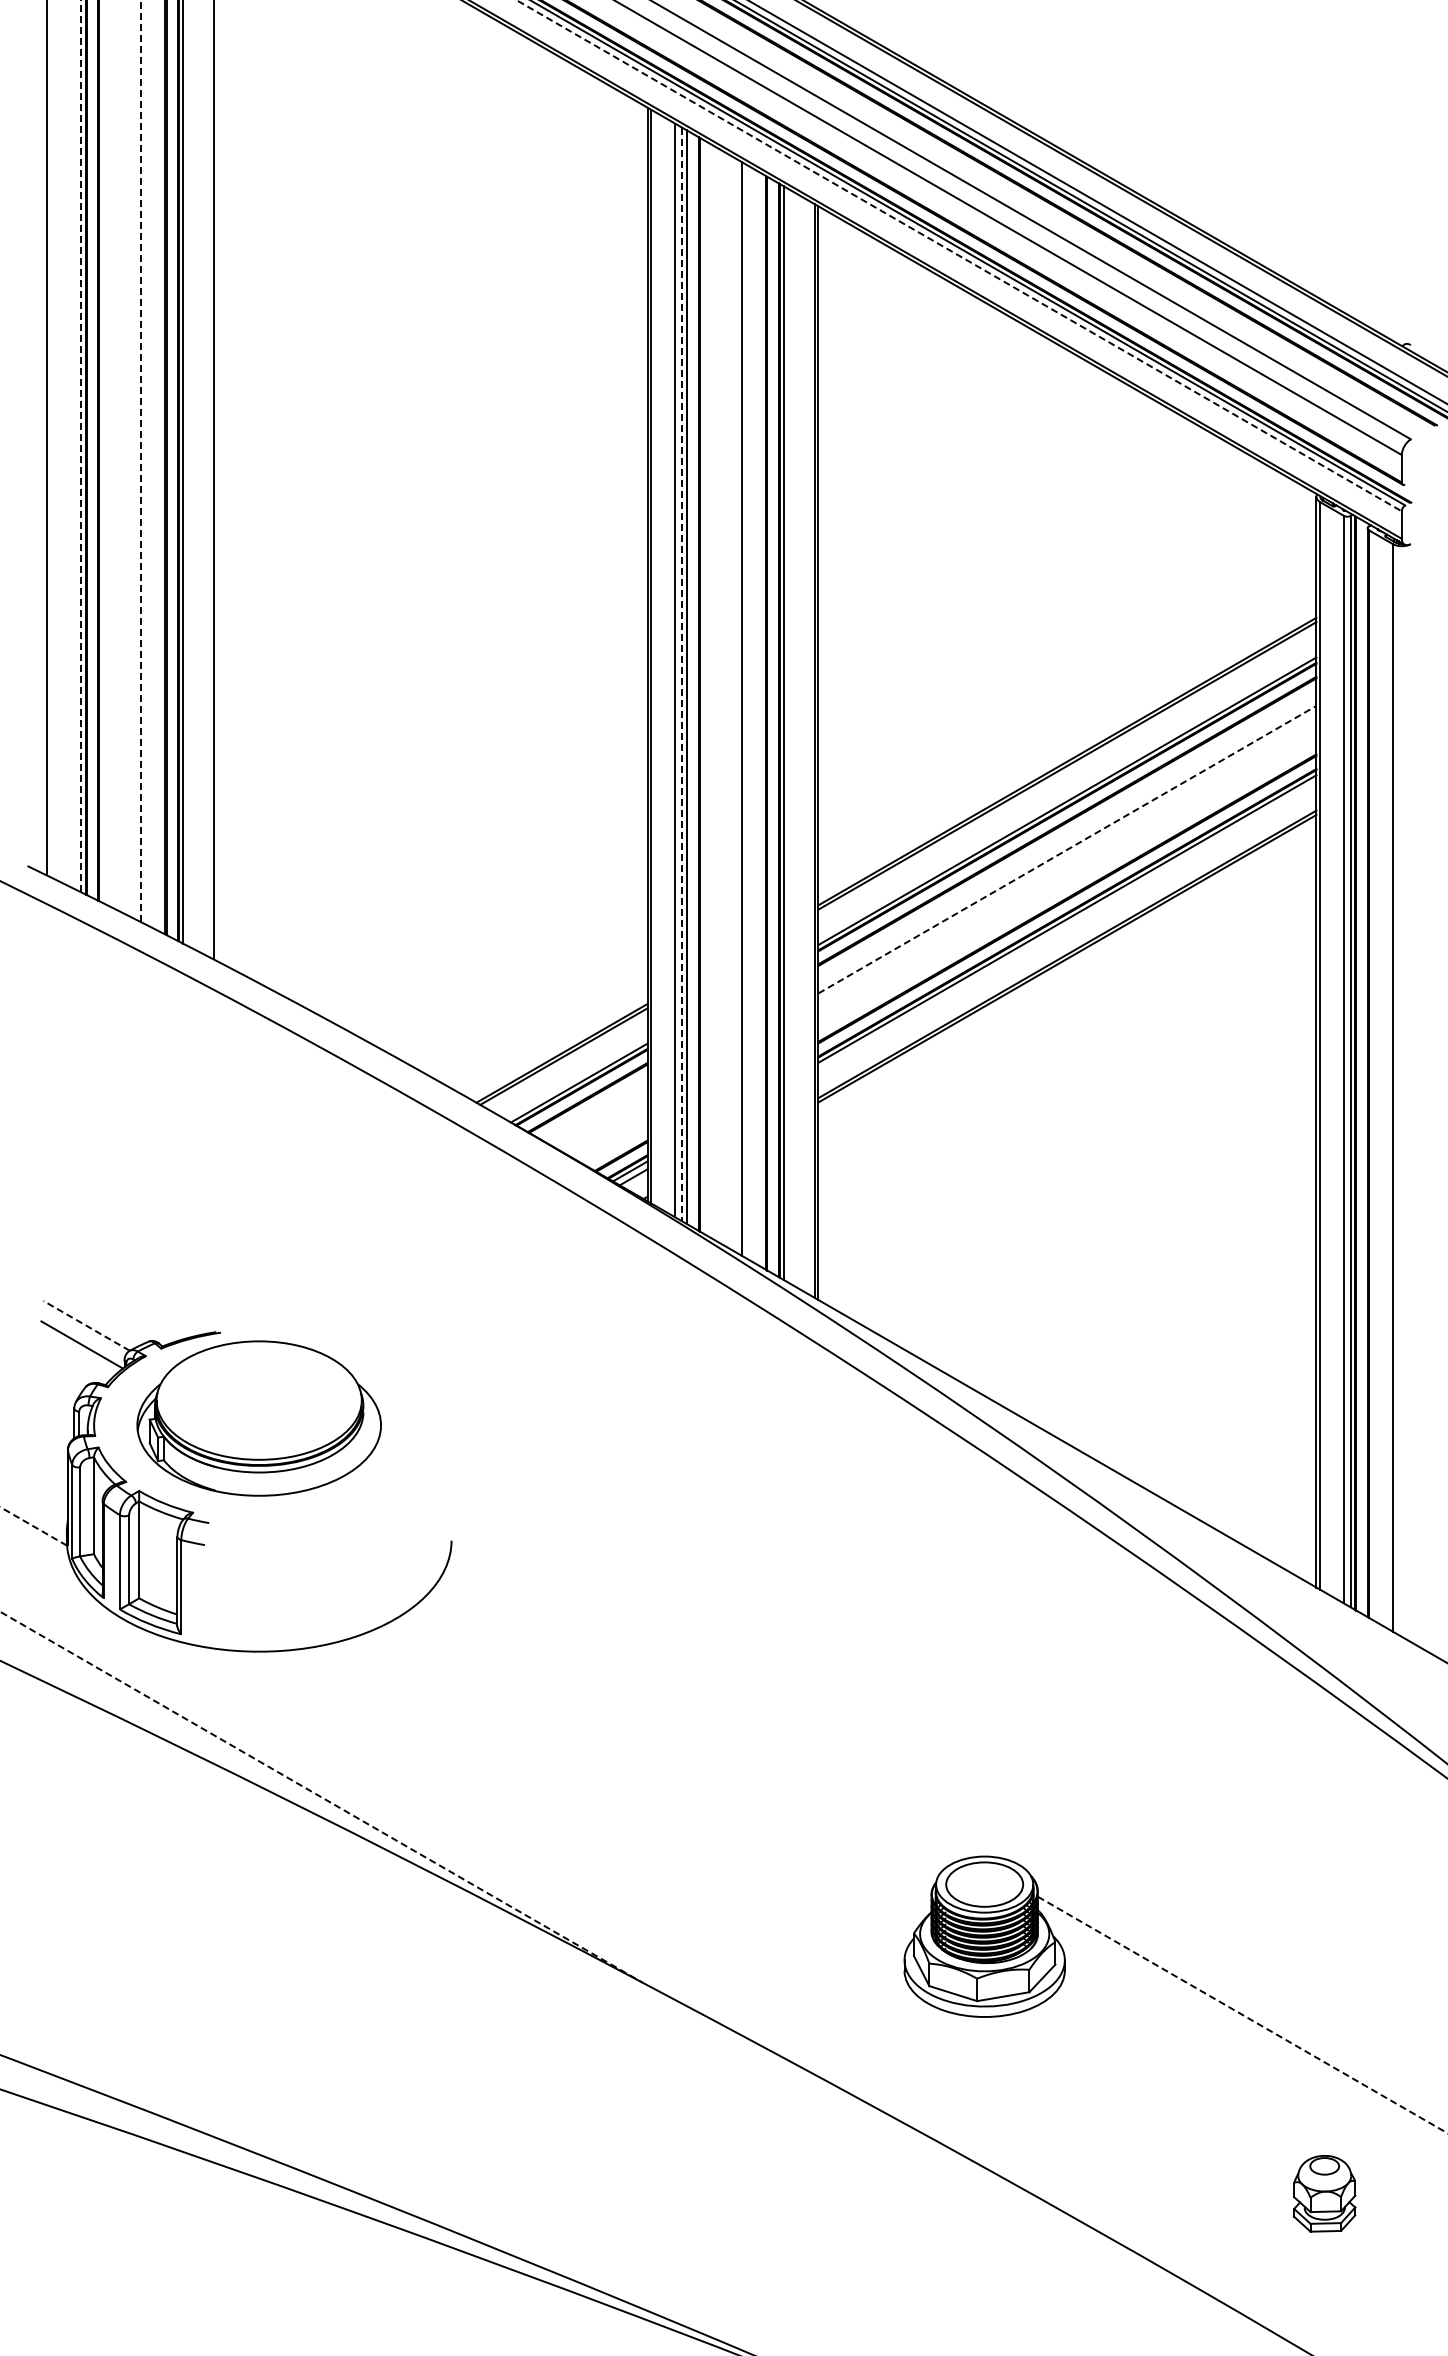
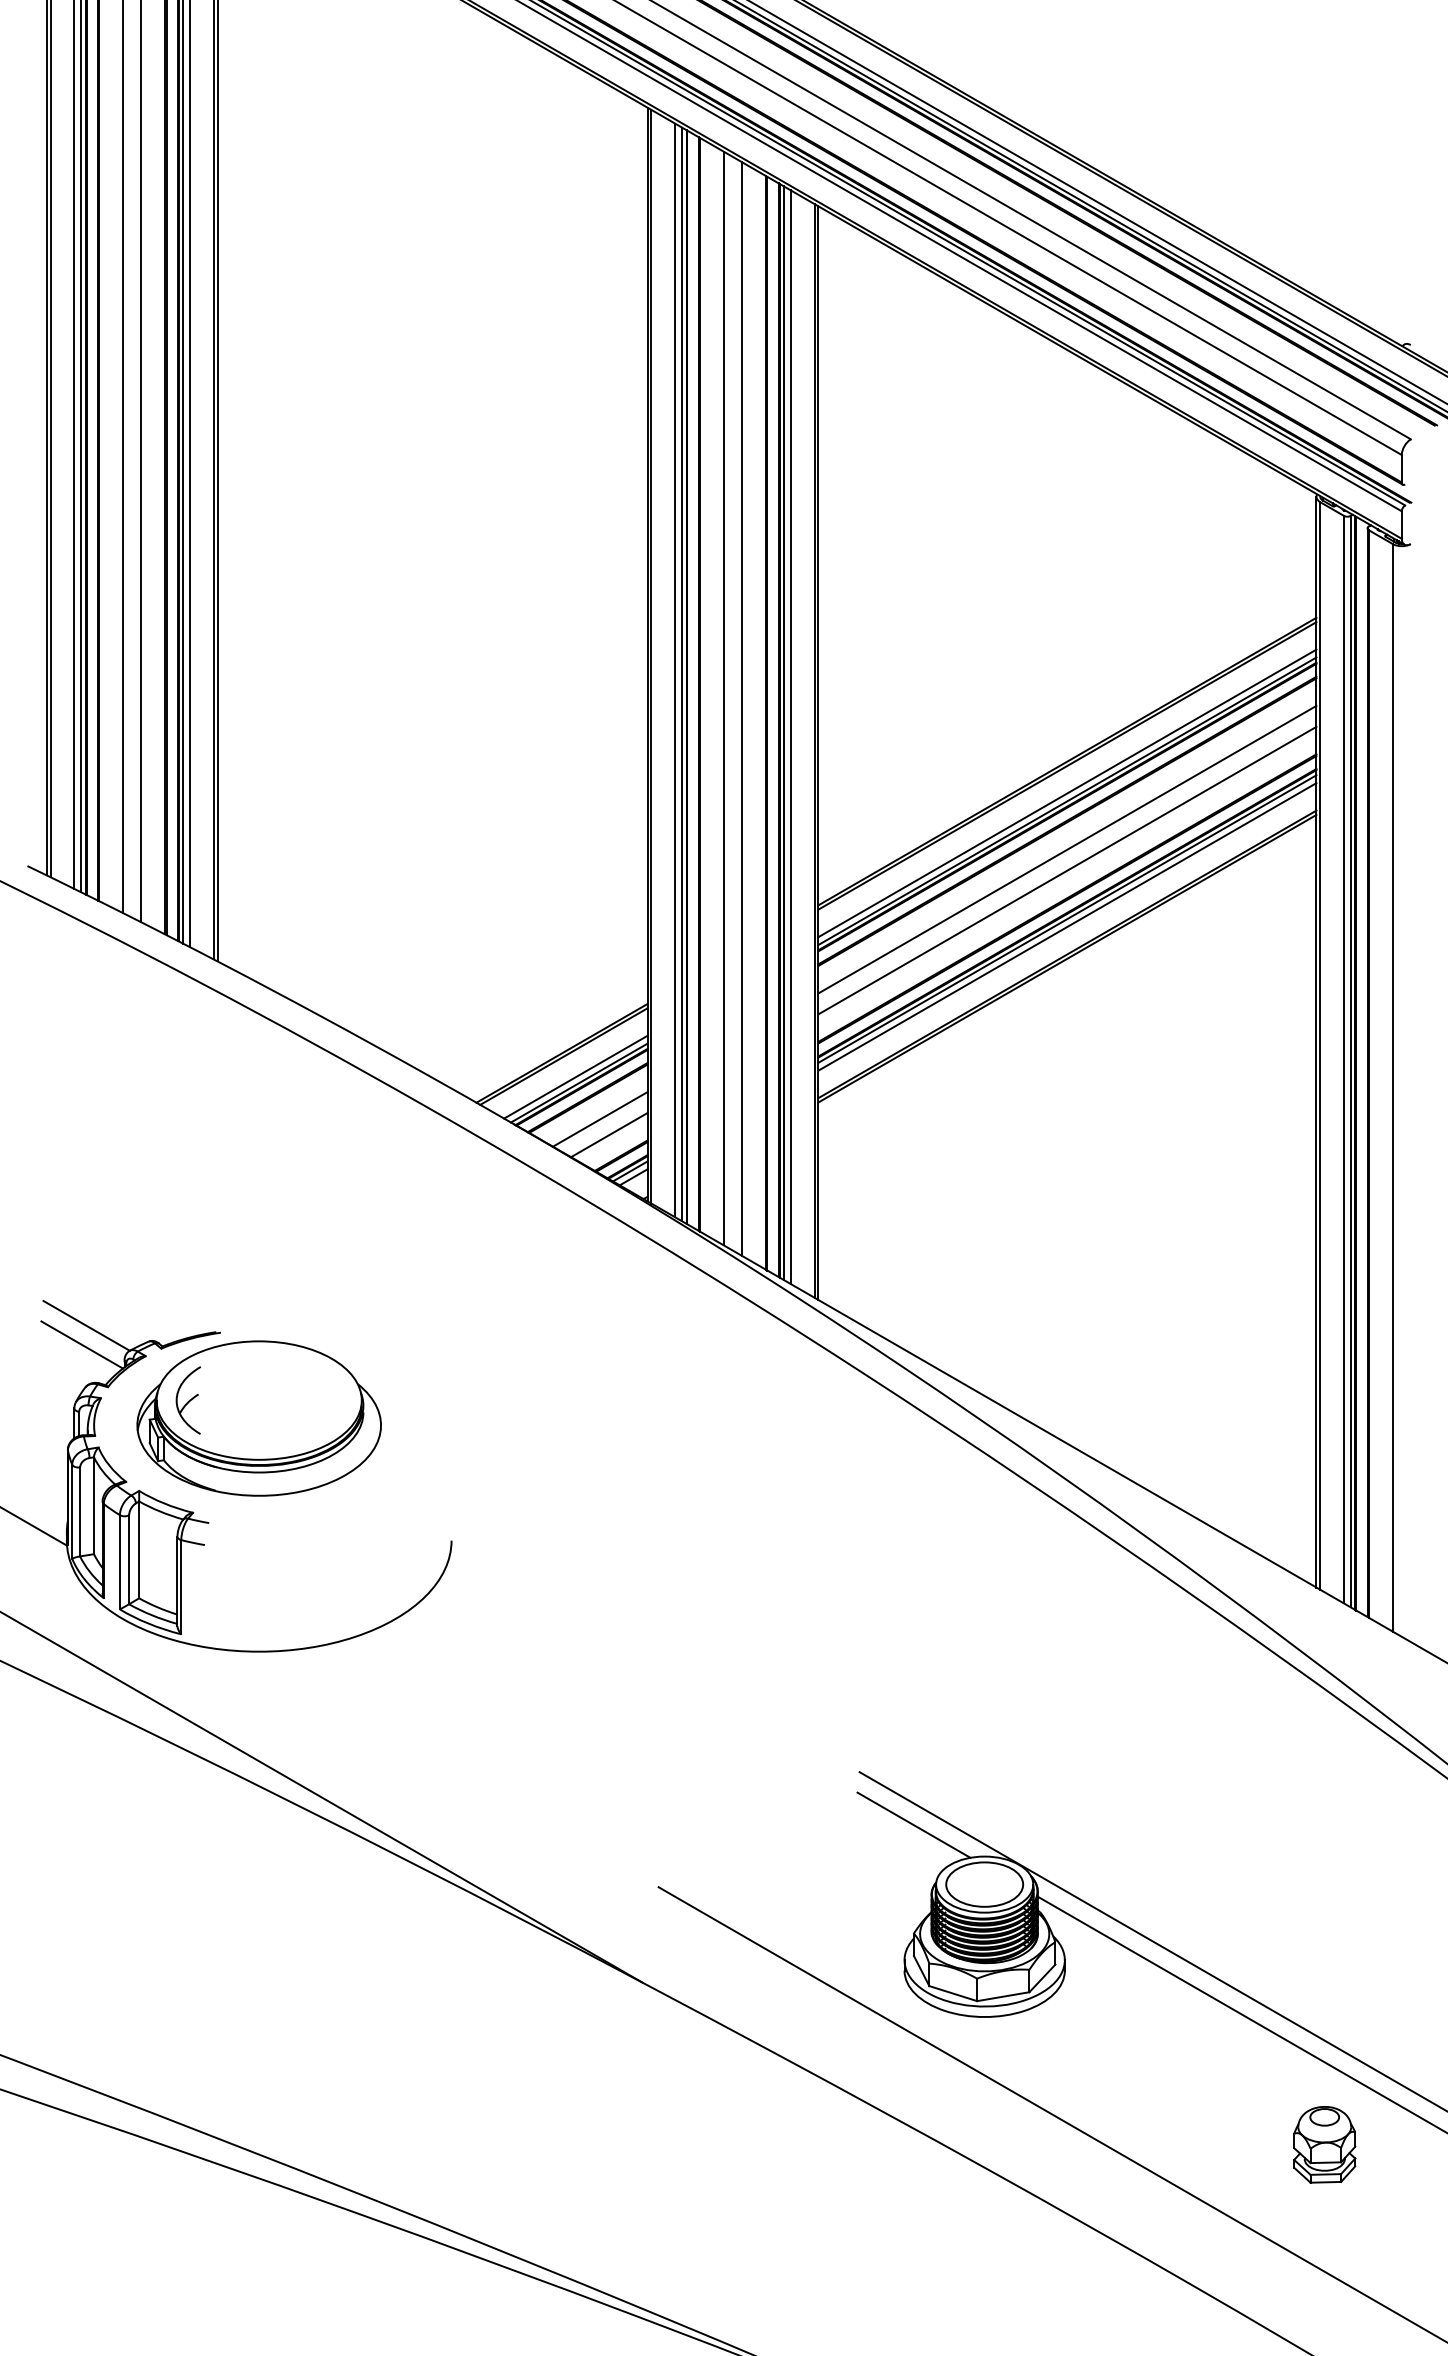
line at (959, 255): dashed -> solid
line at (50, 439): none -> present
line at (74, 445): none -> present
line at (81, 446): dashed -> solid
line at (123, 457): none -> present
line at (141, 461): dashed -> solid
line at (190, 474): none -> present
line at (217, 481): none -> present
line at (682, 674): dashed -> solid
line at (723, 698): none -> present
line at (790, 737): none -> present
line at (1067, 793): none -> present
line at (1067, 849): dashed -> solid
line at (1067, 870): none -> present
line at (1067, 926): none -> present
line at (575, 1076): none -> present
line at (599, 1119): none -> present
line at (609, 1134): none -> present
line at (86, 1325): dashed -> solid
part at (188, 1400): none -> present
line at (33, 1526): dashed -> solid
line at (321, 1797): dashed -> solid
line at (913, 1824): none -> present
line at (1151, 1940): none -> present
line at (1243, 2015): dashed -> solid
line at (1051, 2114): none -> present
part at (1324, 2193) position: (1324, 2193) -> (1324, 2144)
